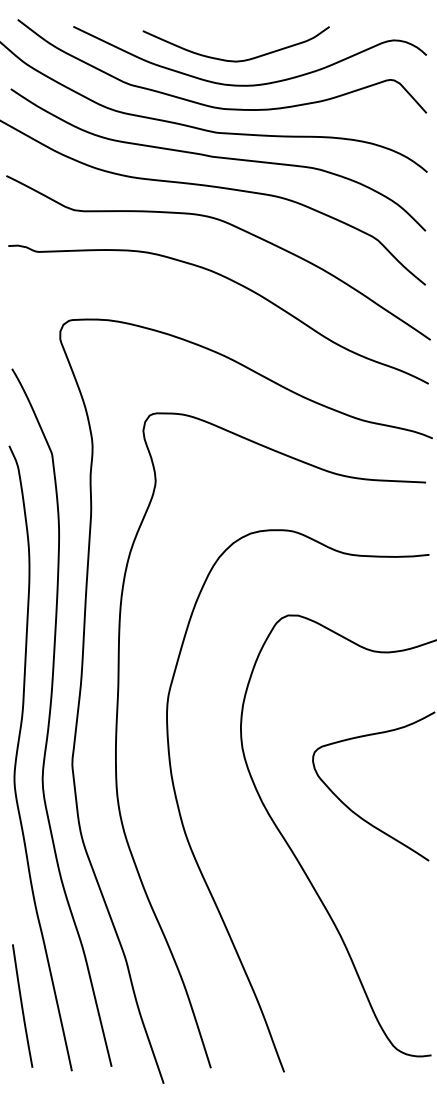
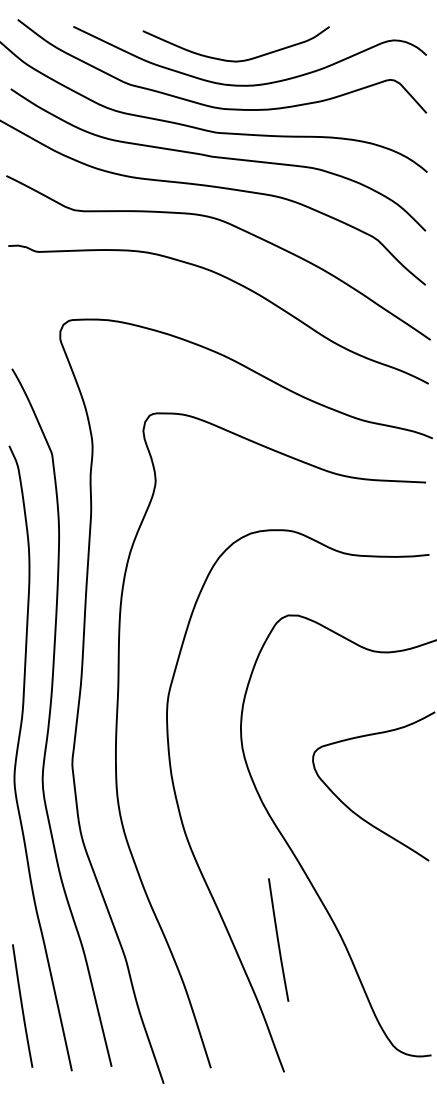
line at (278, 939): none -> present
